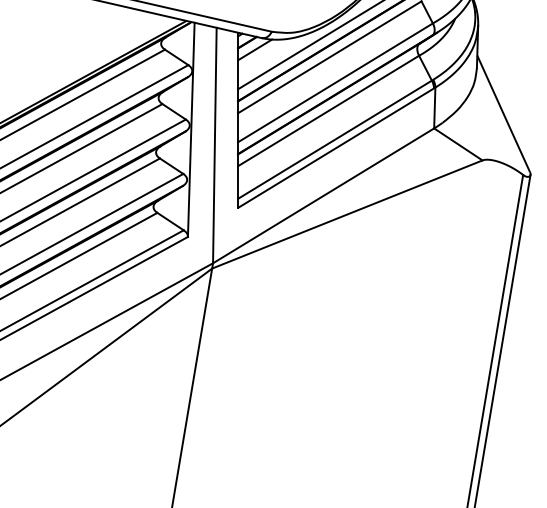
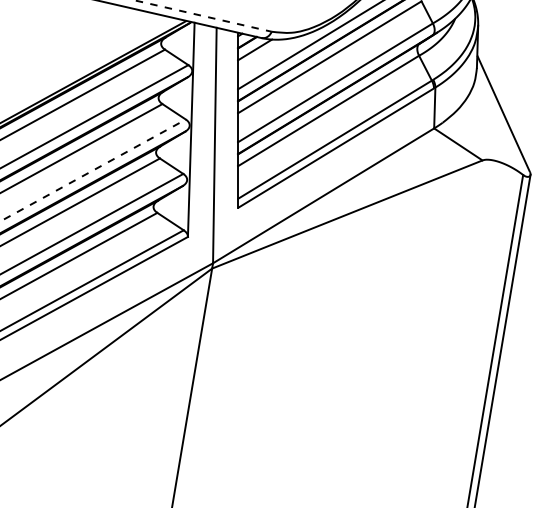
line at (202, 15): solid -> dashed
line at (93, 170): solid -> dashed
